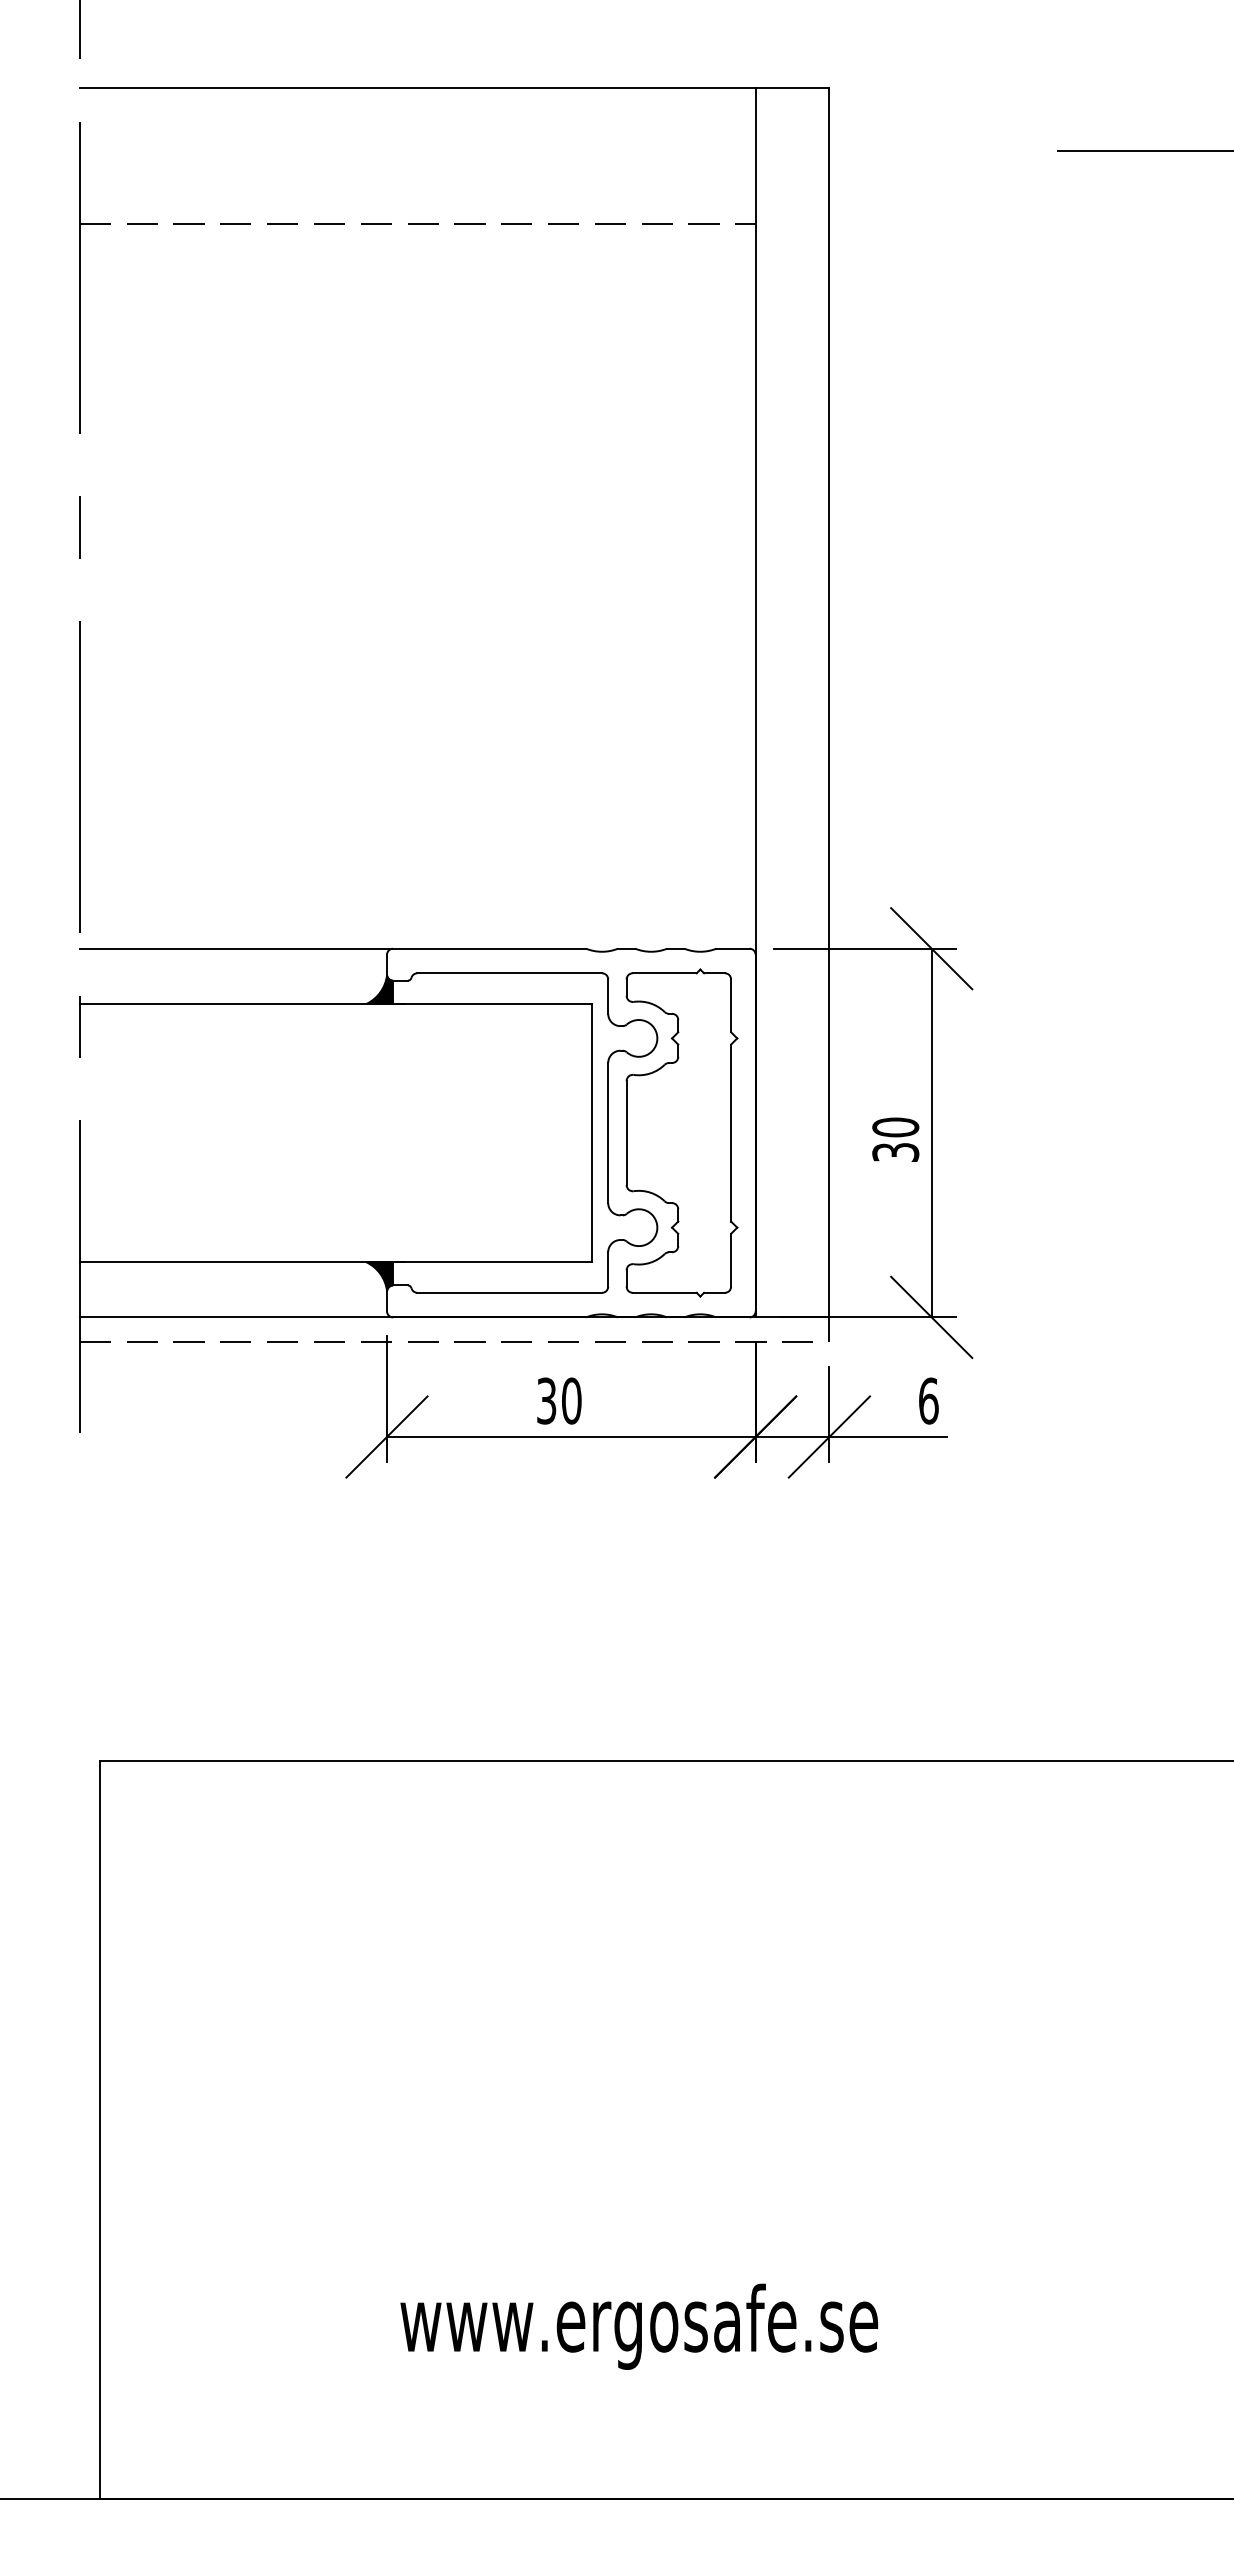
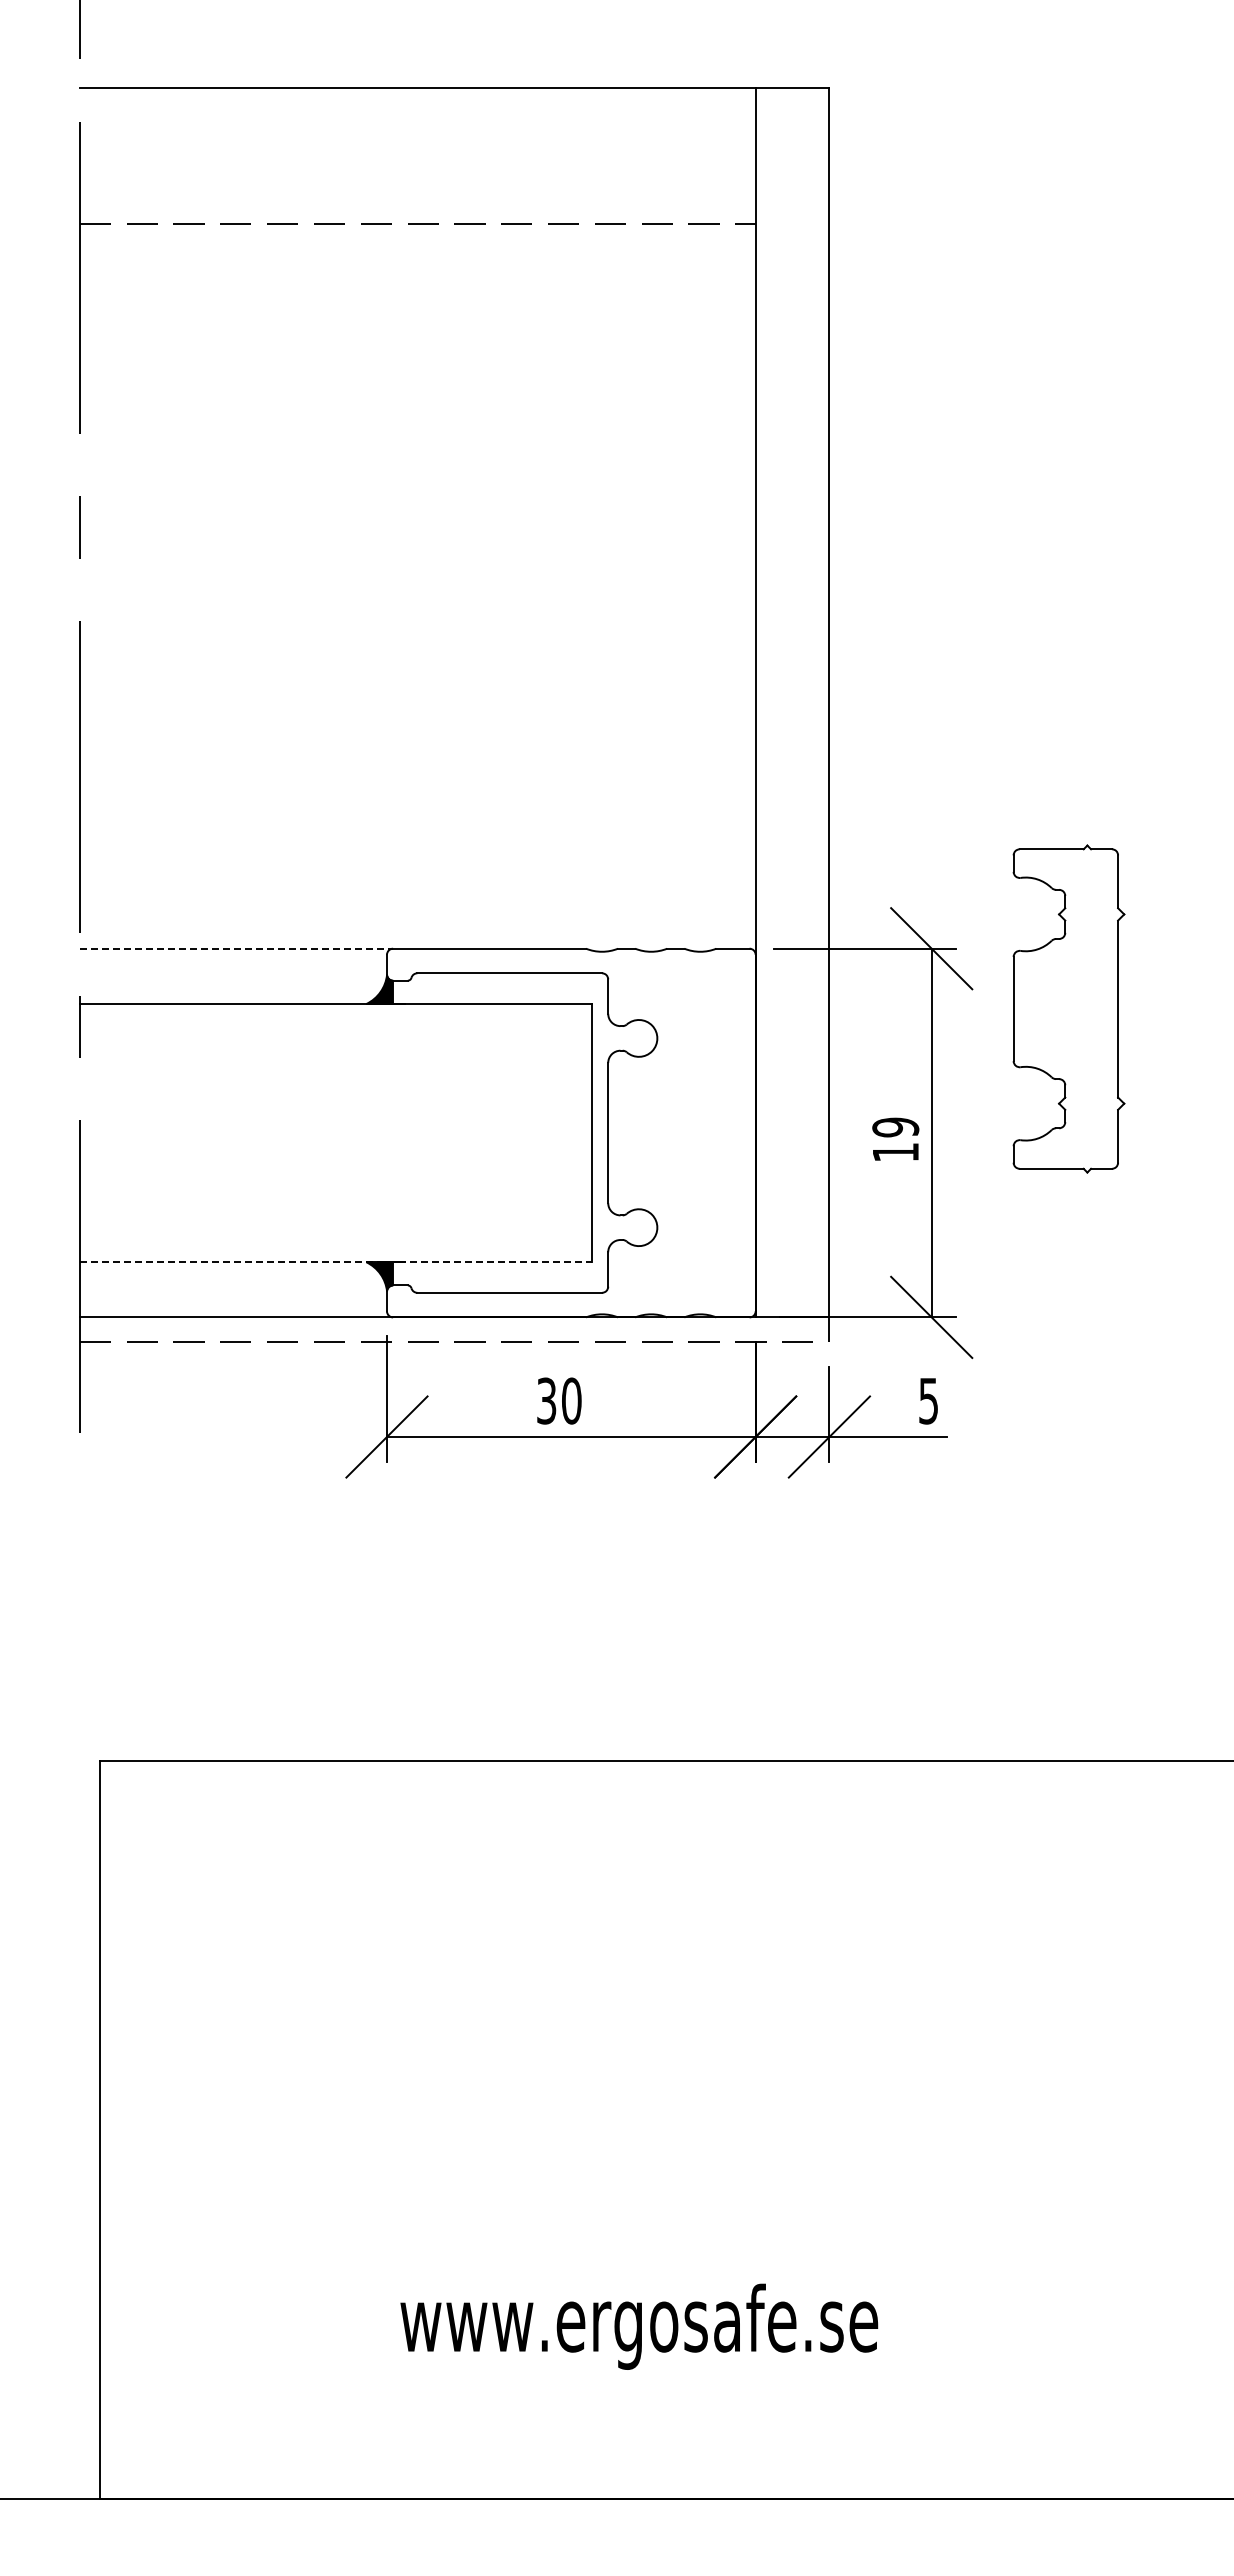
line at (1143, 150): present -> none
line at (236, 948): solid -> dashed
part at (681, 1132) position: (681, 1132) -> (1068, 1008)
text at (895, 1139): 30 -> 19
line at (336, 1262): solid -> dashed
text at (928, 1400): 6 -> 5
